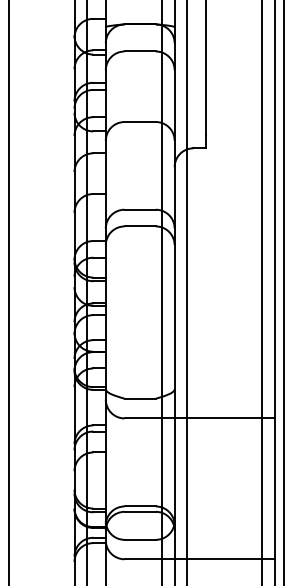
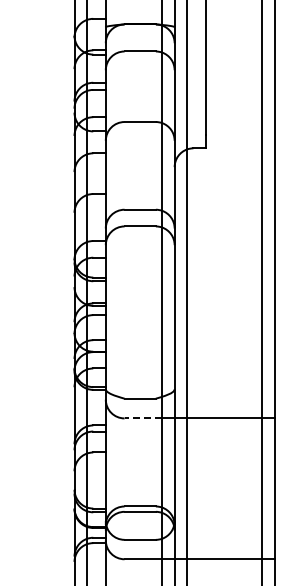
line at (8, 292): present -> none
line at (284, 292): present -> none
line at (143, 418): solid -> dashed
